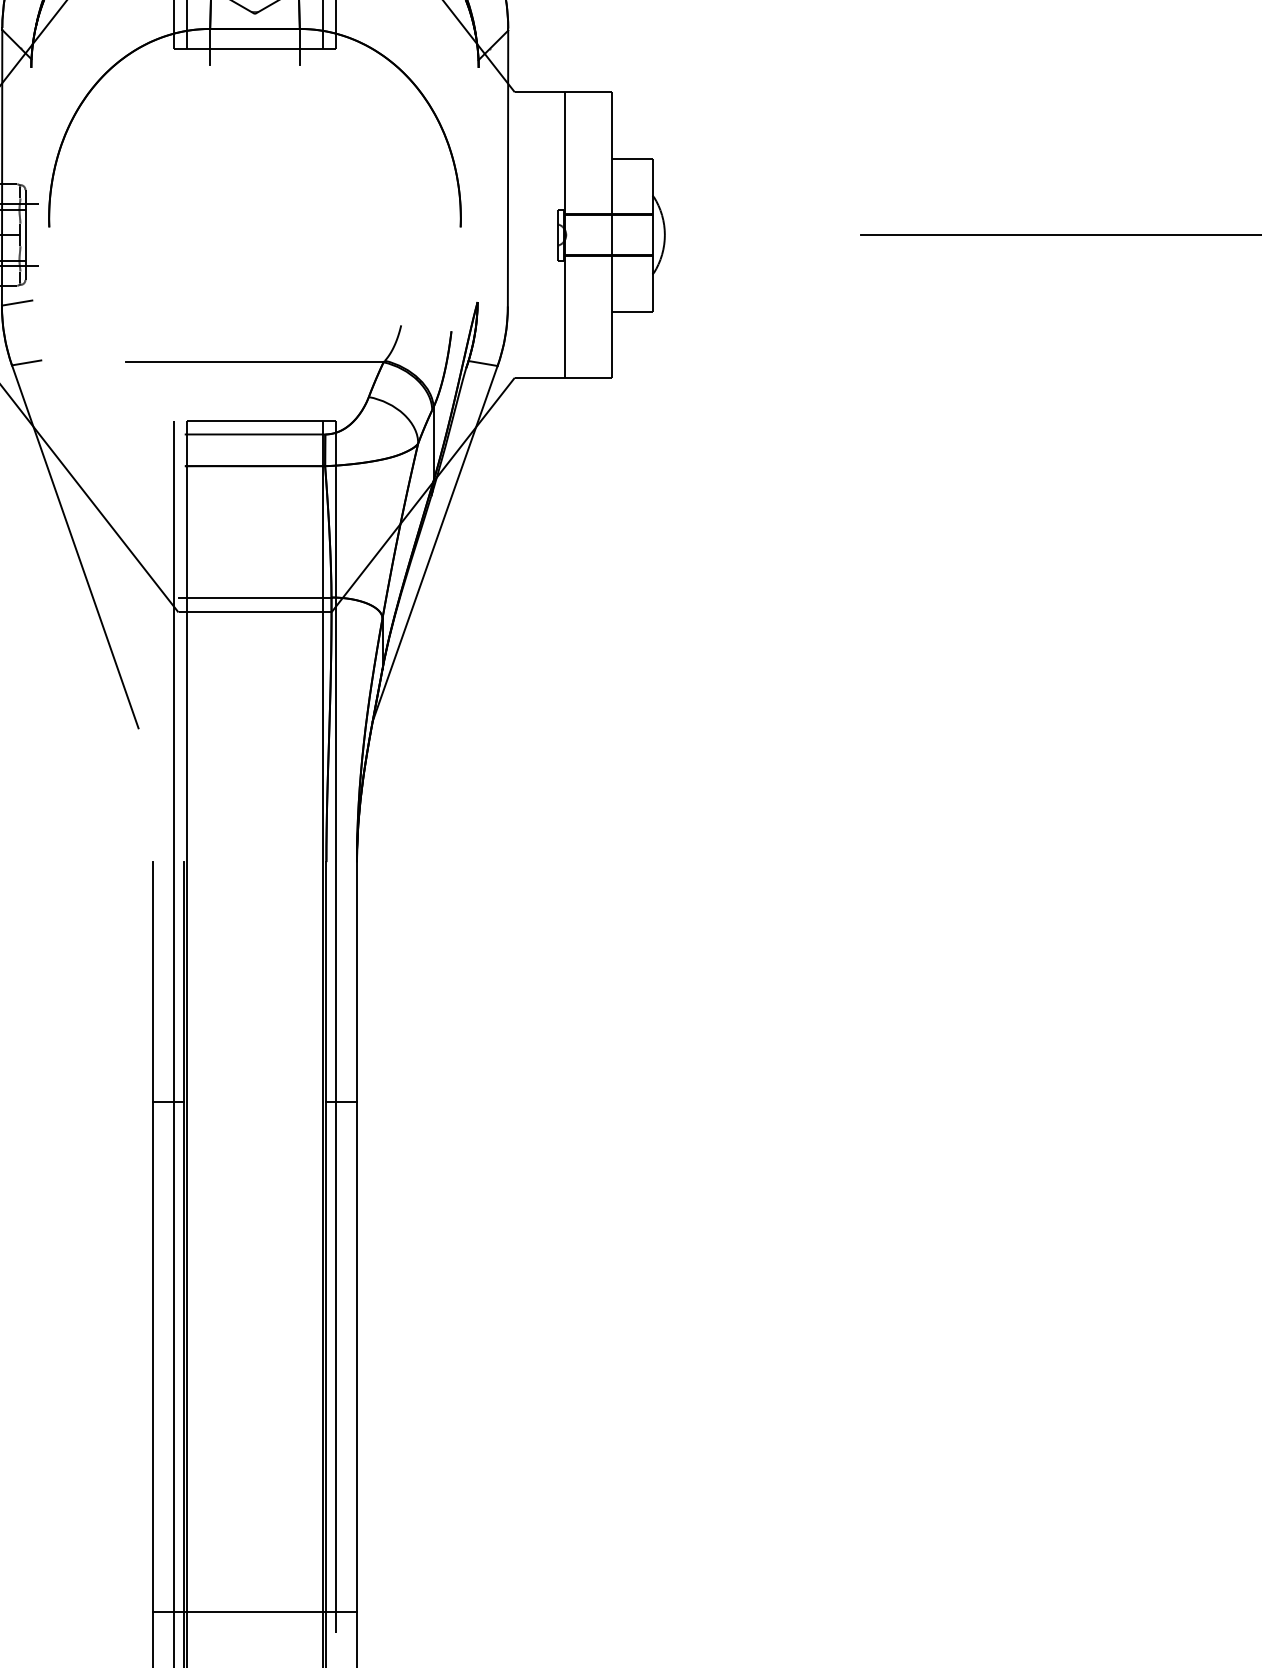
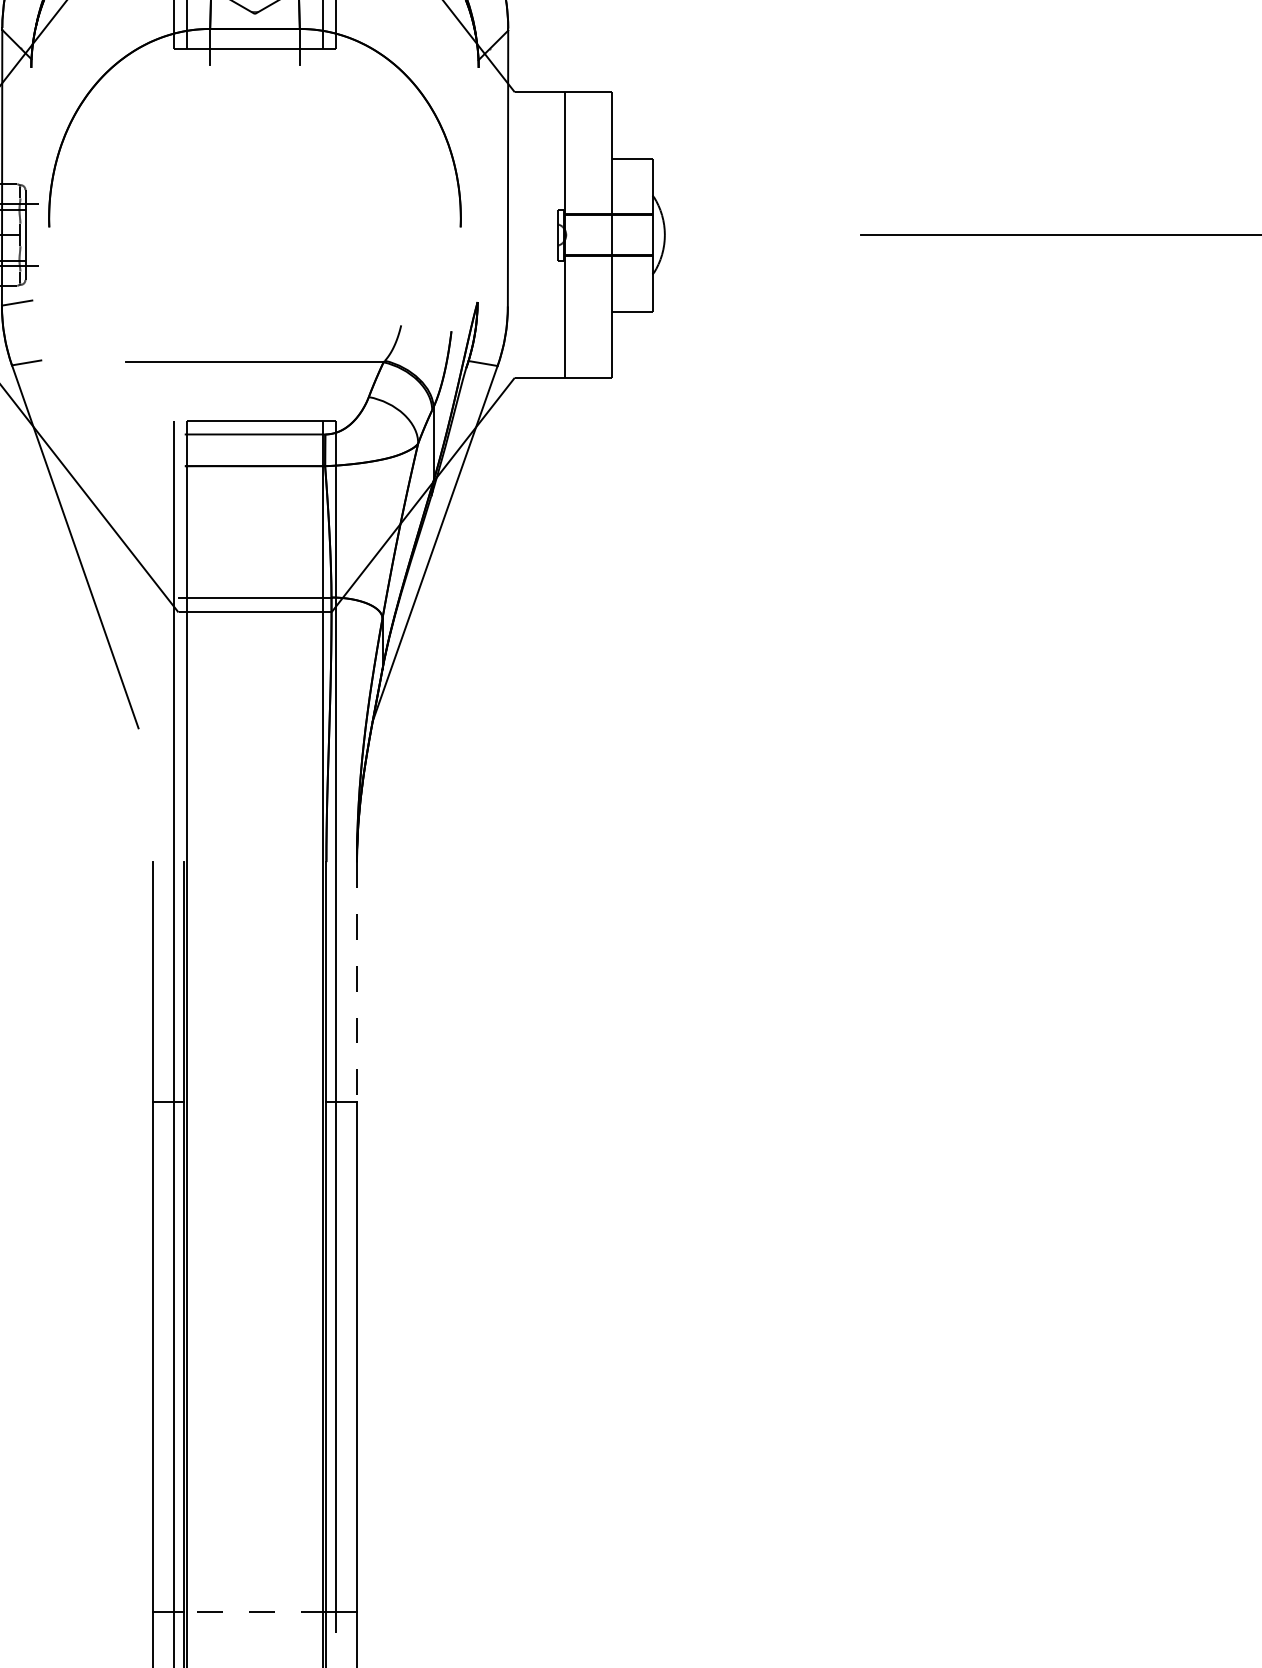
line at (357, 982): solid -> dashed
line at (254, 1612): solid -> dashed
